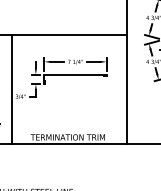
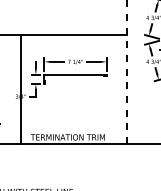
line at (126, 72): solid -> dashed
line at (12, 89) position: (12, 89) -> (21, 89)
